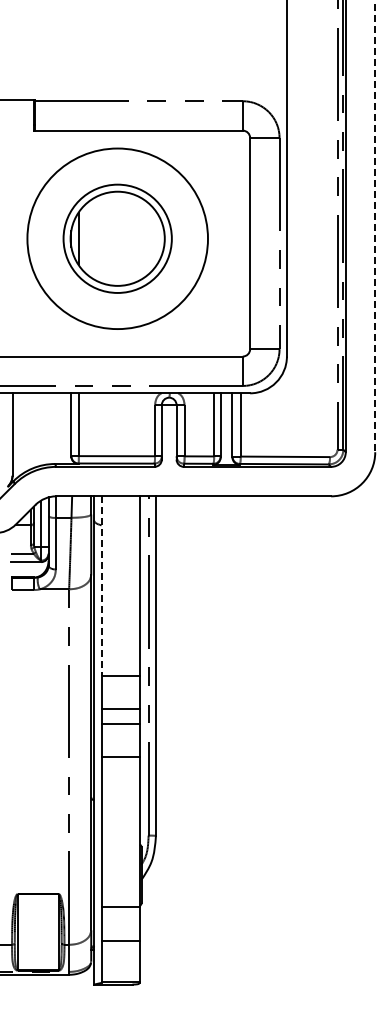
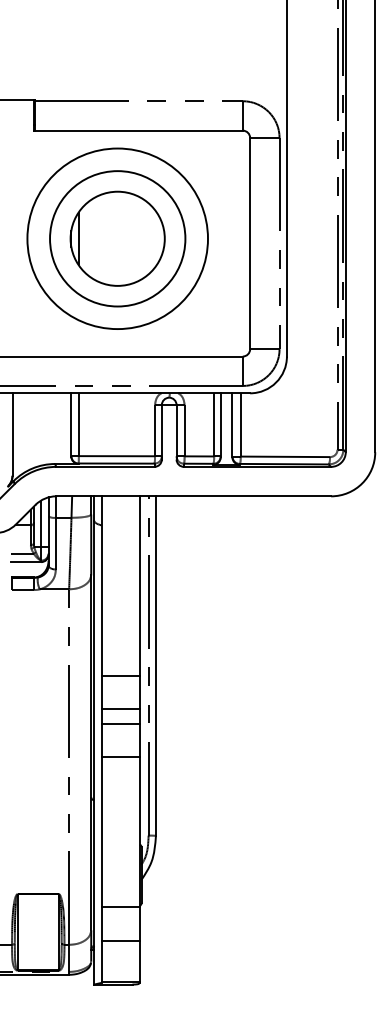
line at (375, 226): dashed -> solid
circle at (117, 238) diameter: 108 px -> 135 px
line at (101, 586): dashed -> solid
